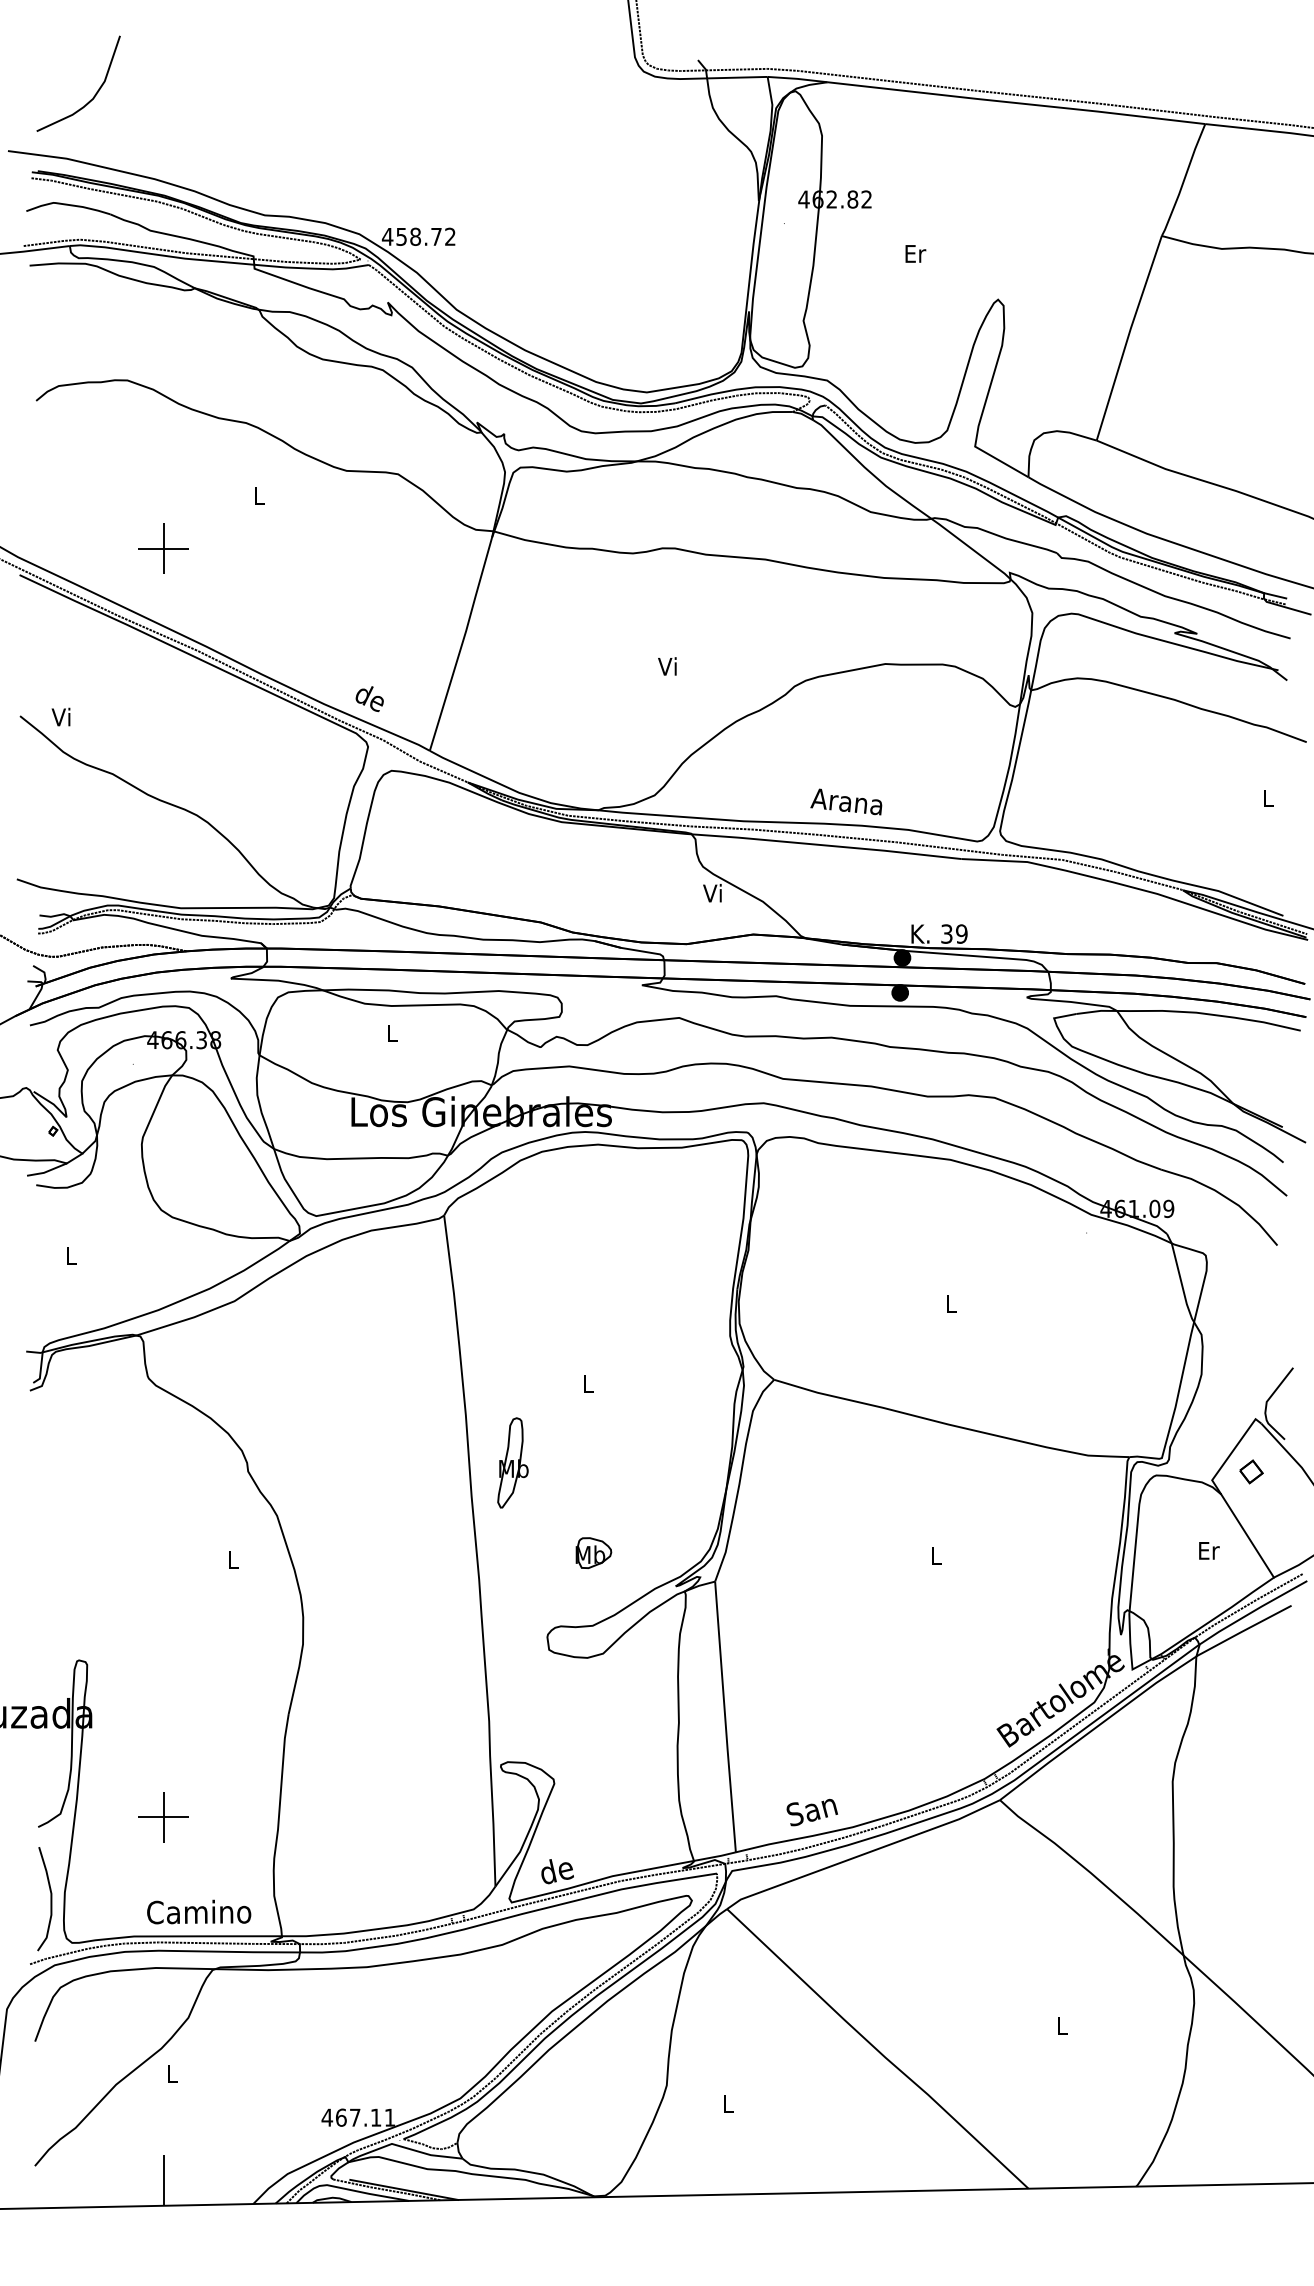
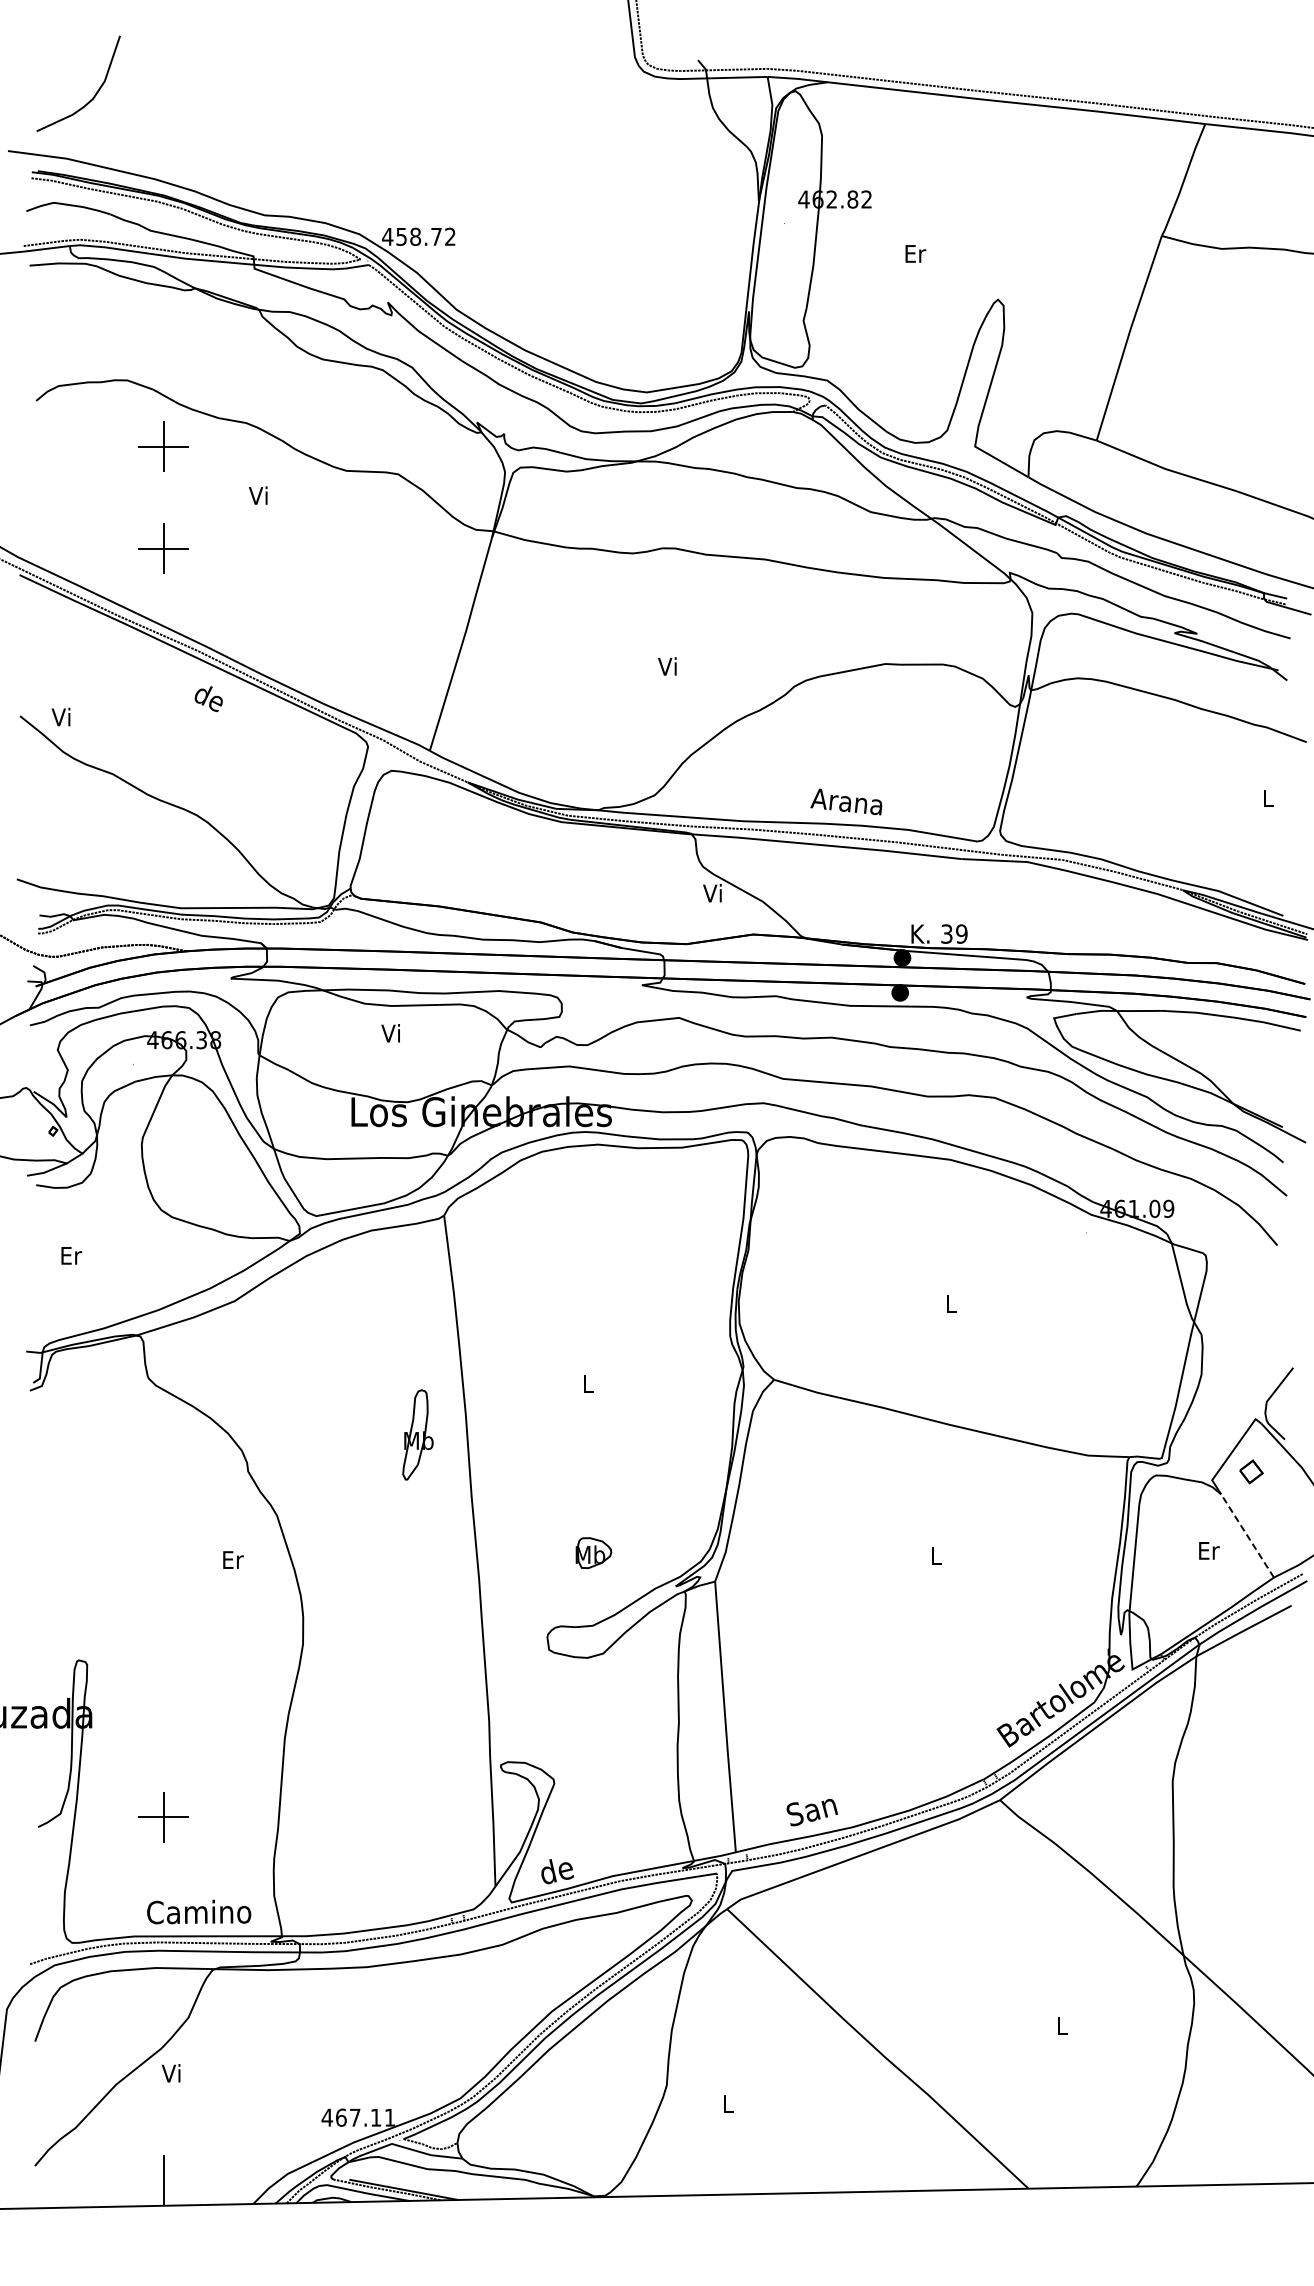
part at (163, 446): none -> present
text at (257, 495): L -> Vi
text at (369, 699) position: (369, 699) -> (208, 699)
text at (390, 1033): L -> Vi
text at (71, 1255): L -> Er
part at (512, 1462) position: (512, 1462) -> (417, 1434)
line at (1247, 1535): solid -> dashed
text at (233, 1559): L -> Er
curve at (50, 1899): present -> none
text at (170, 2073): L -> Vi
